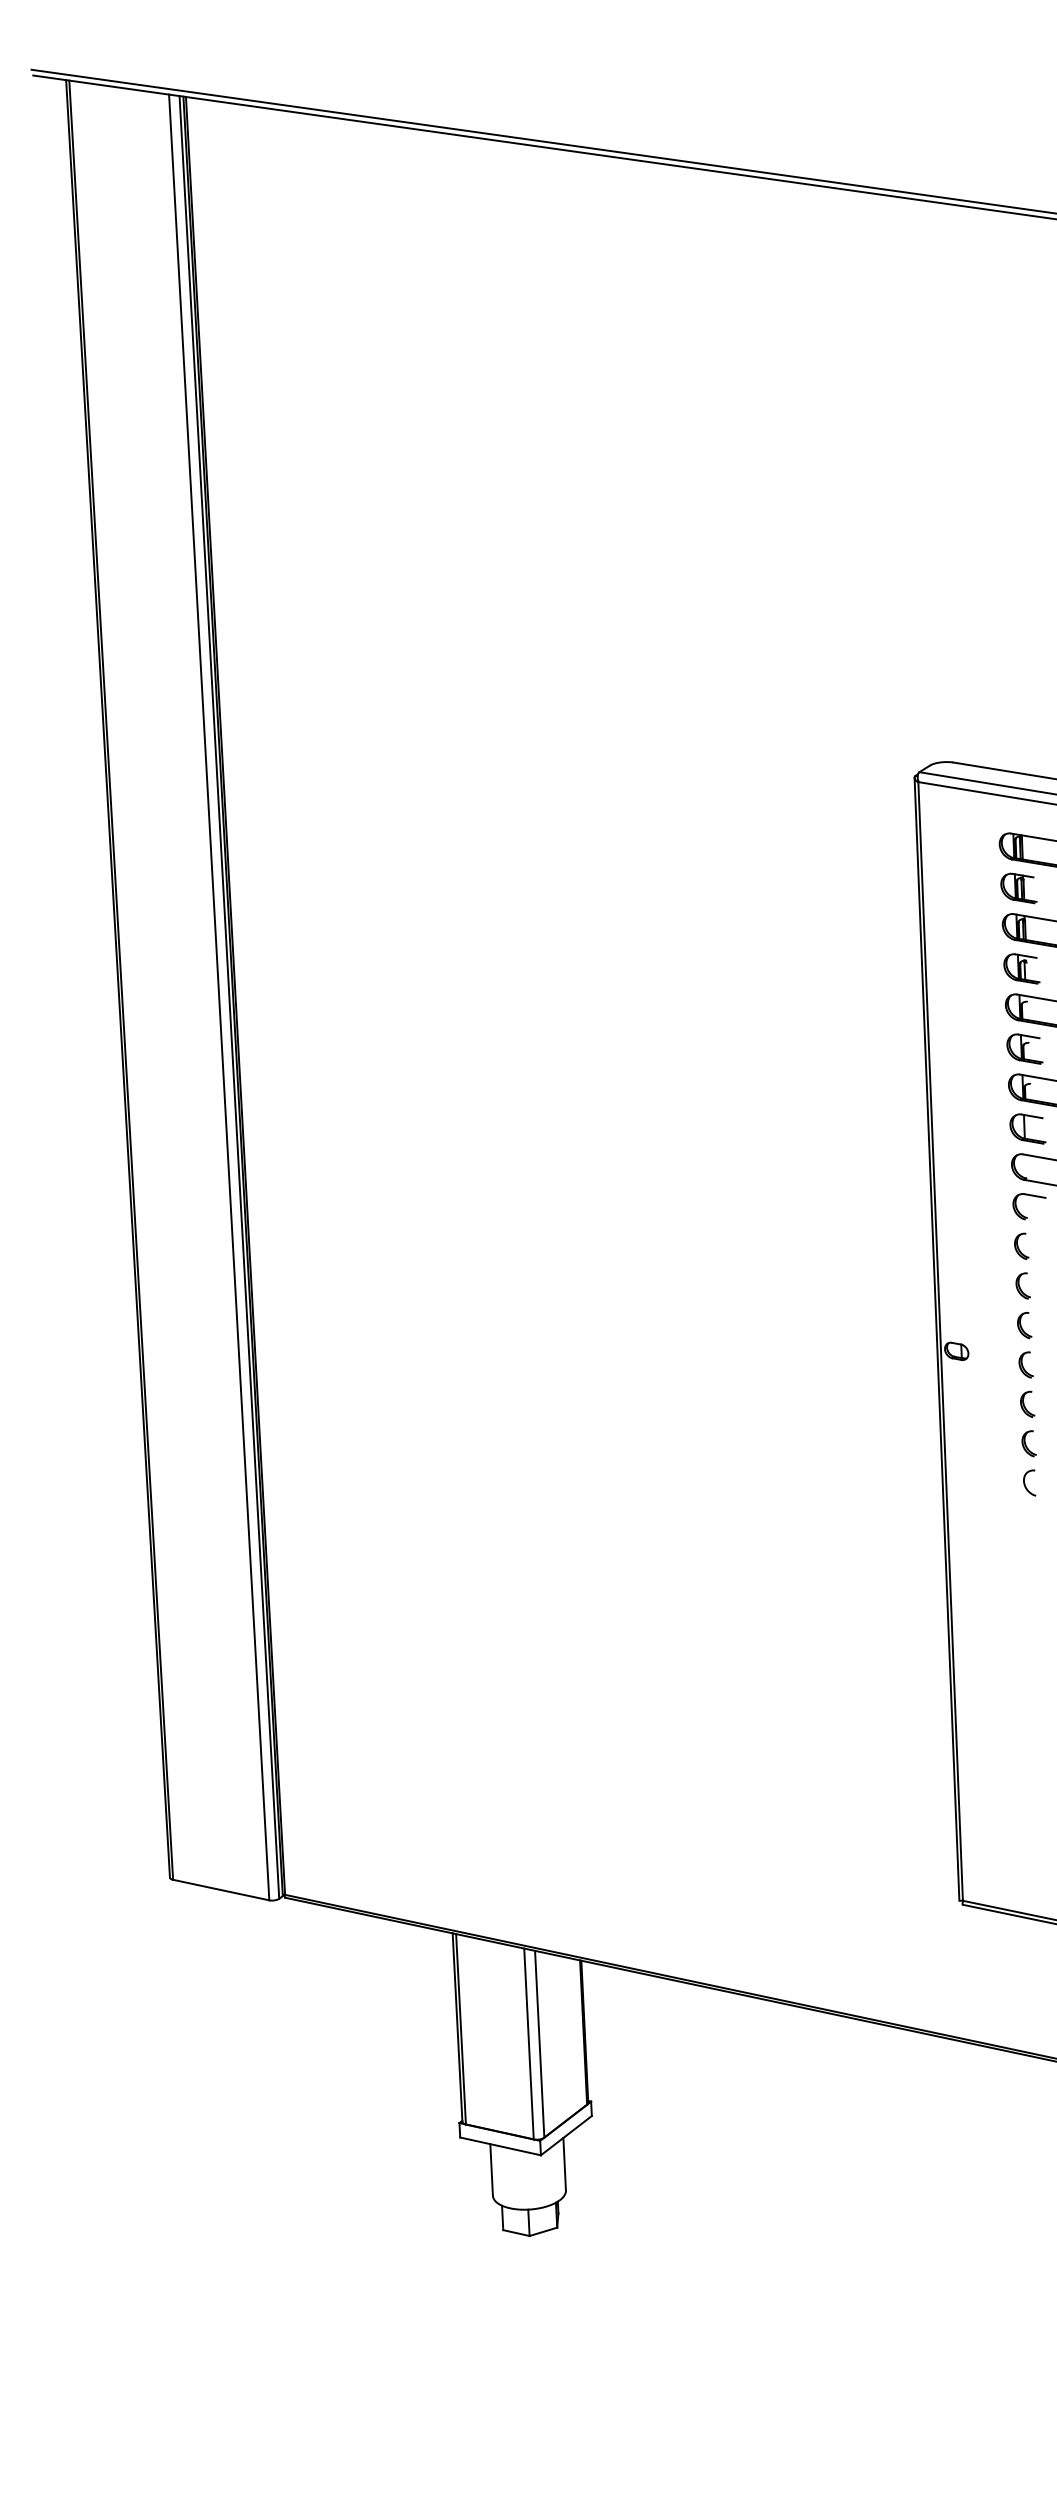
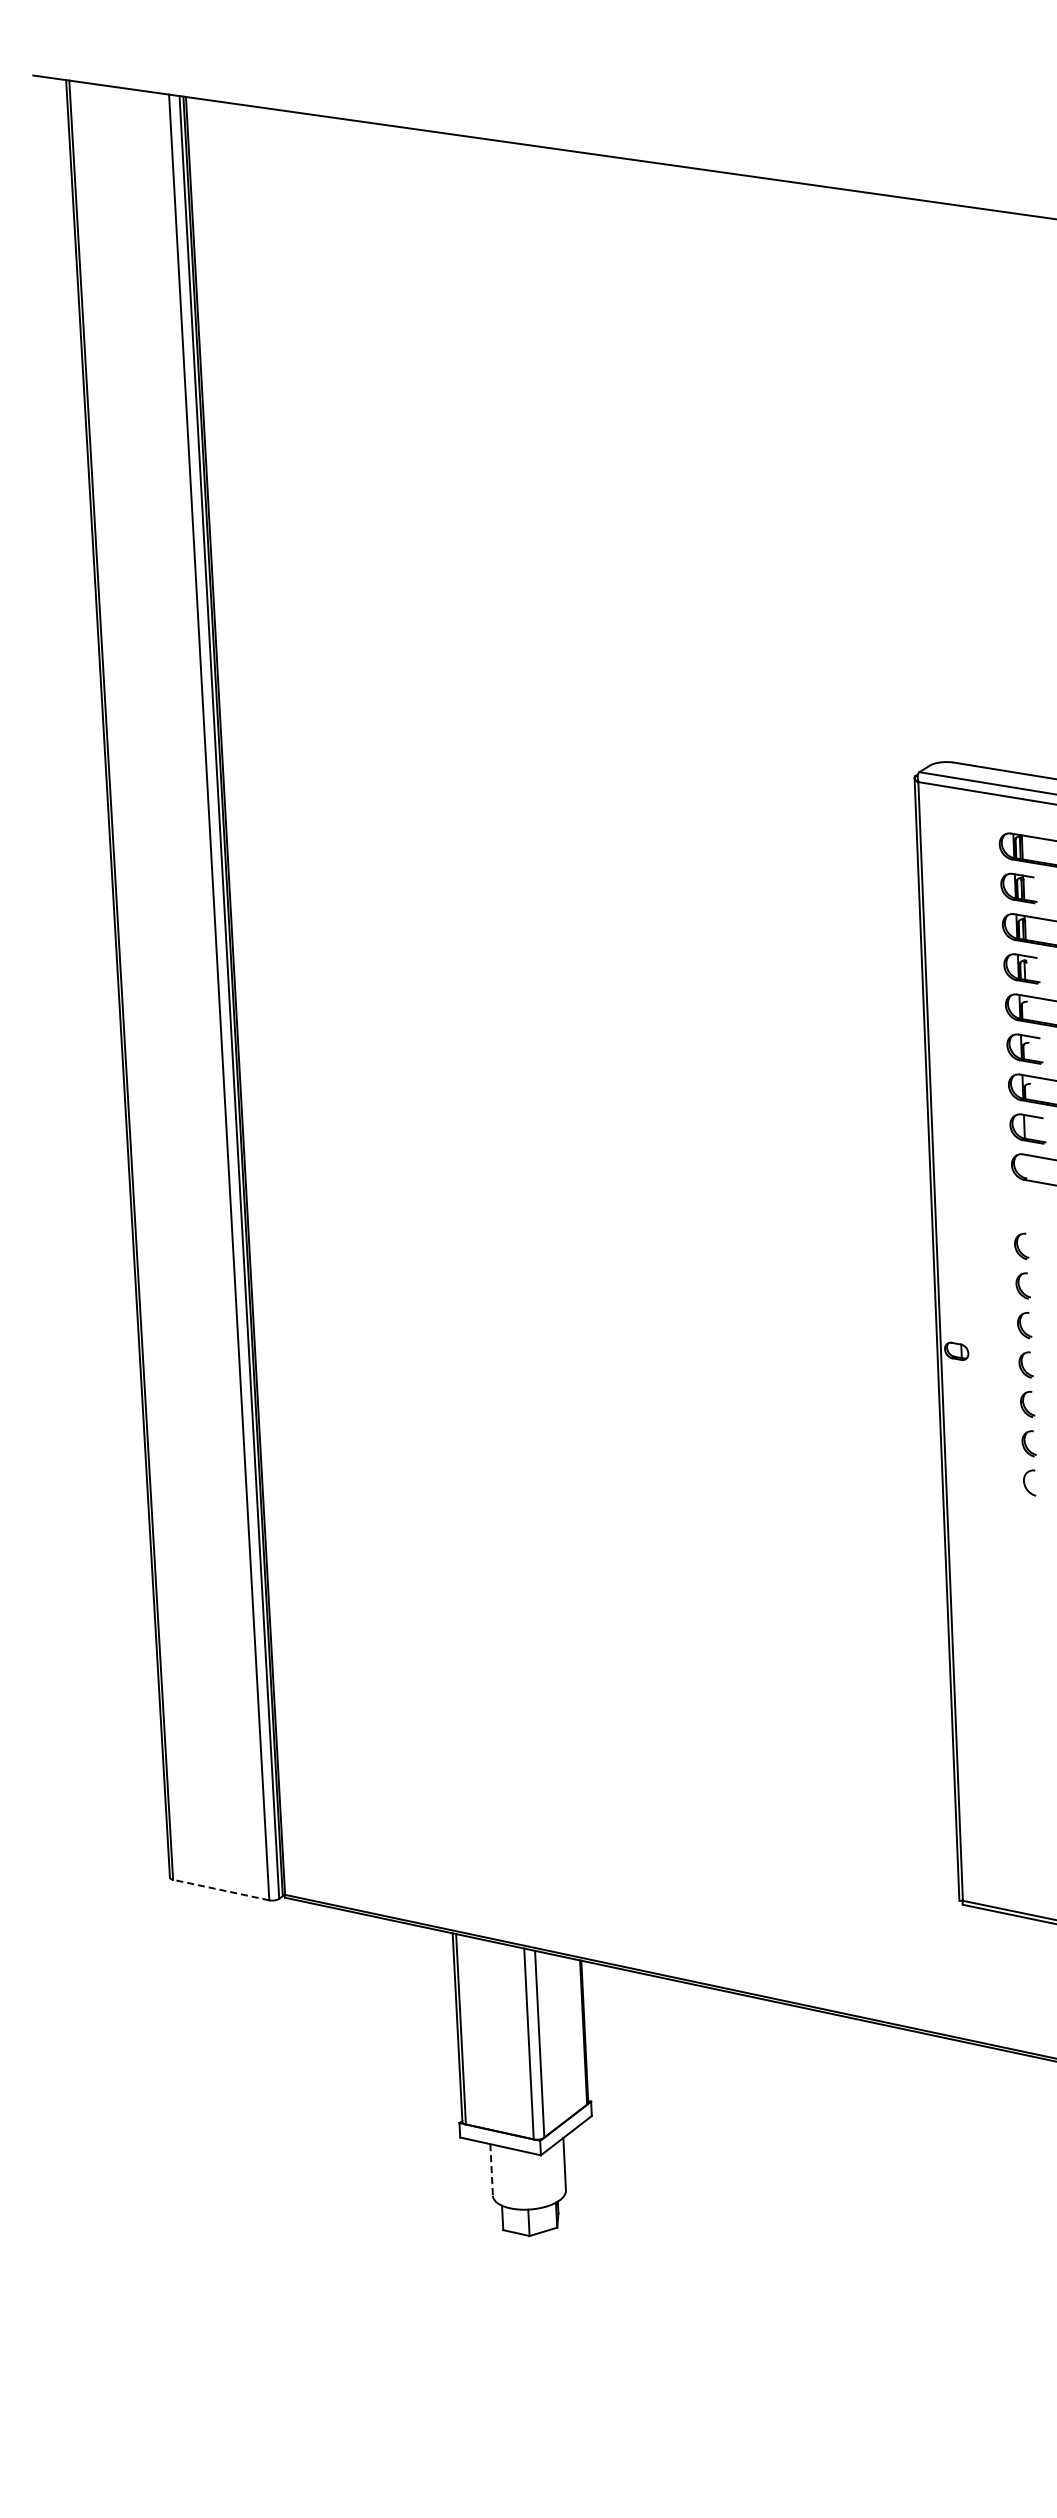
line at (542, 141): present -> none
part at (1030, 1196): present -> none
line at (220, 1889): solid -> dashed
line at (491, 2169): solid -> dashed
